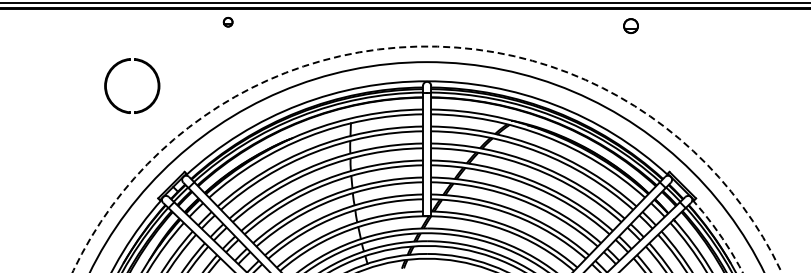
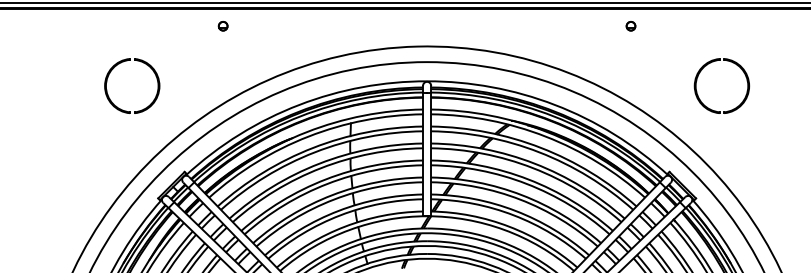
part at (227, 22) position: (227, 22) -> (222, 26)
part at (630, 25) size: 16x16 px -> 12x11 px
arc at (427, 46): dashed -> solid
part at (706, 66): none -> present
arc at (720, 235): dashed -> solid
